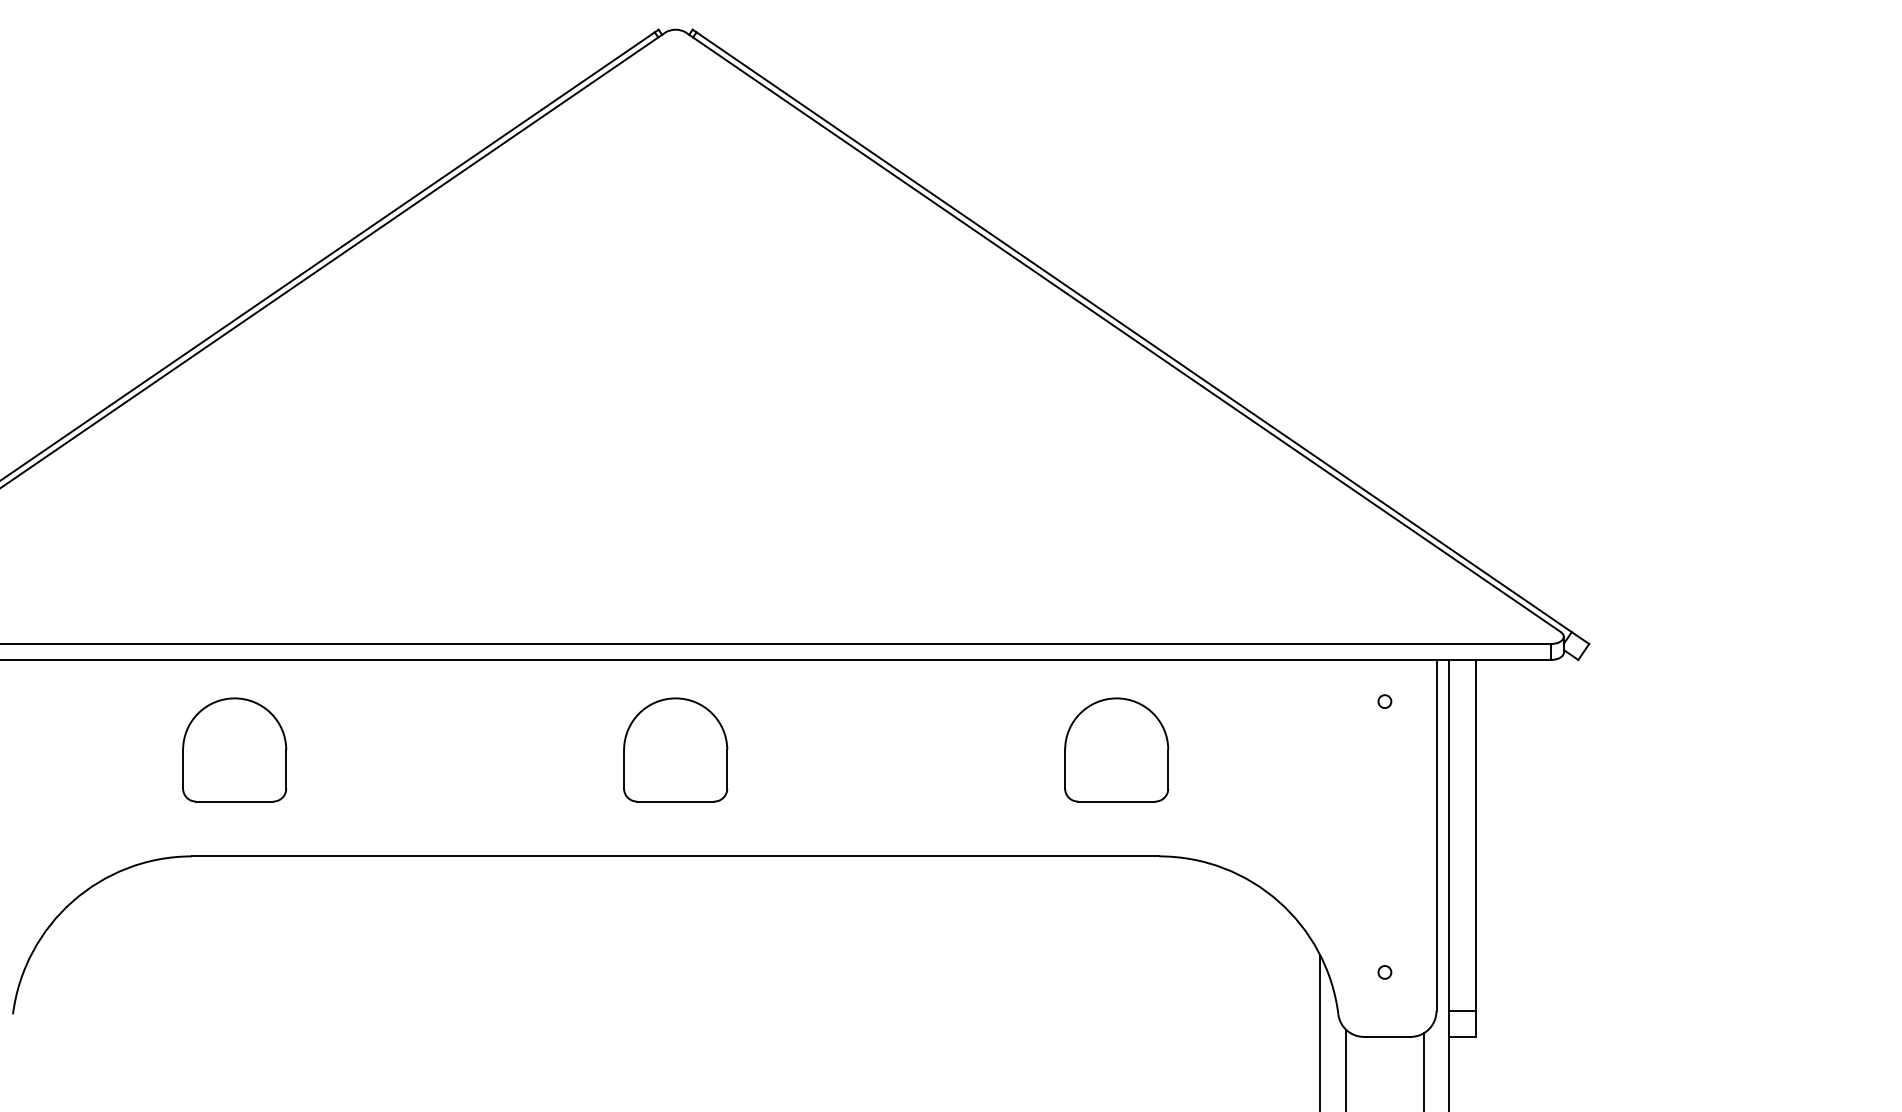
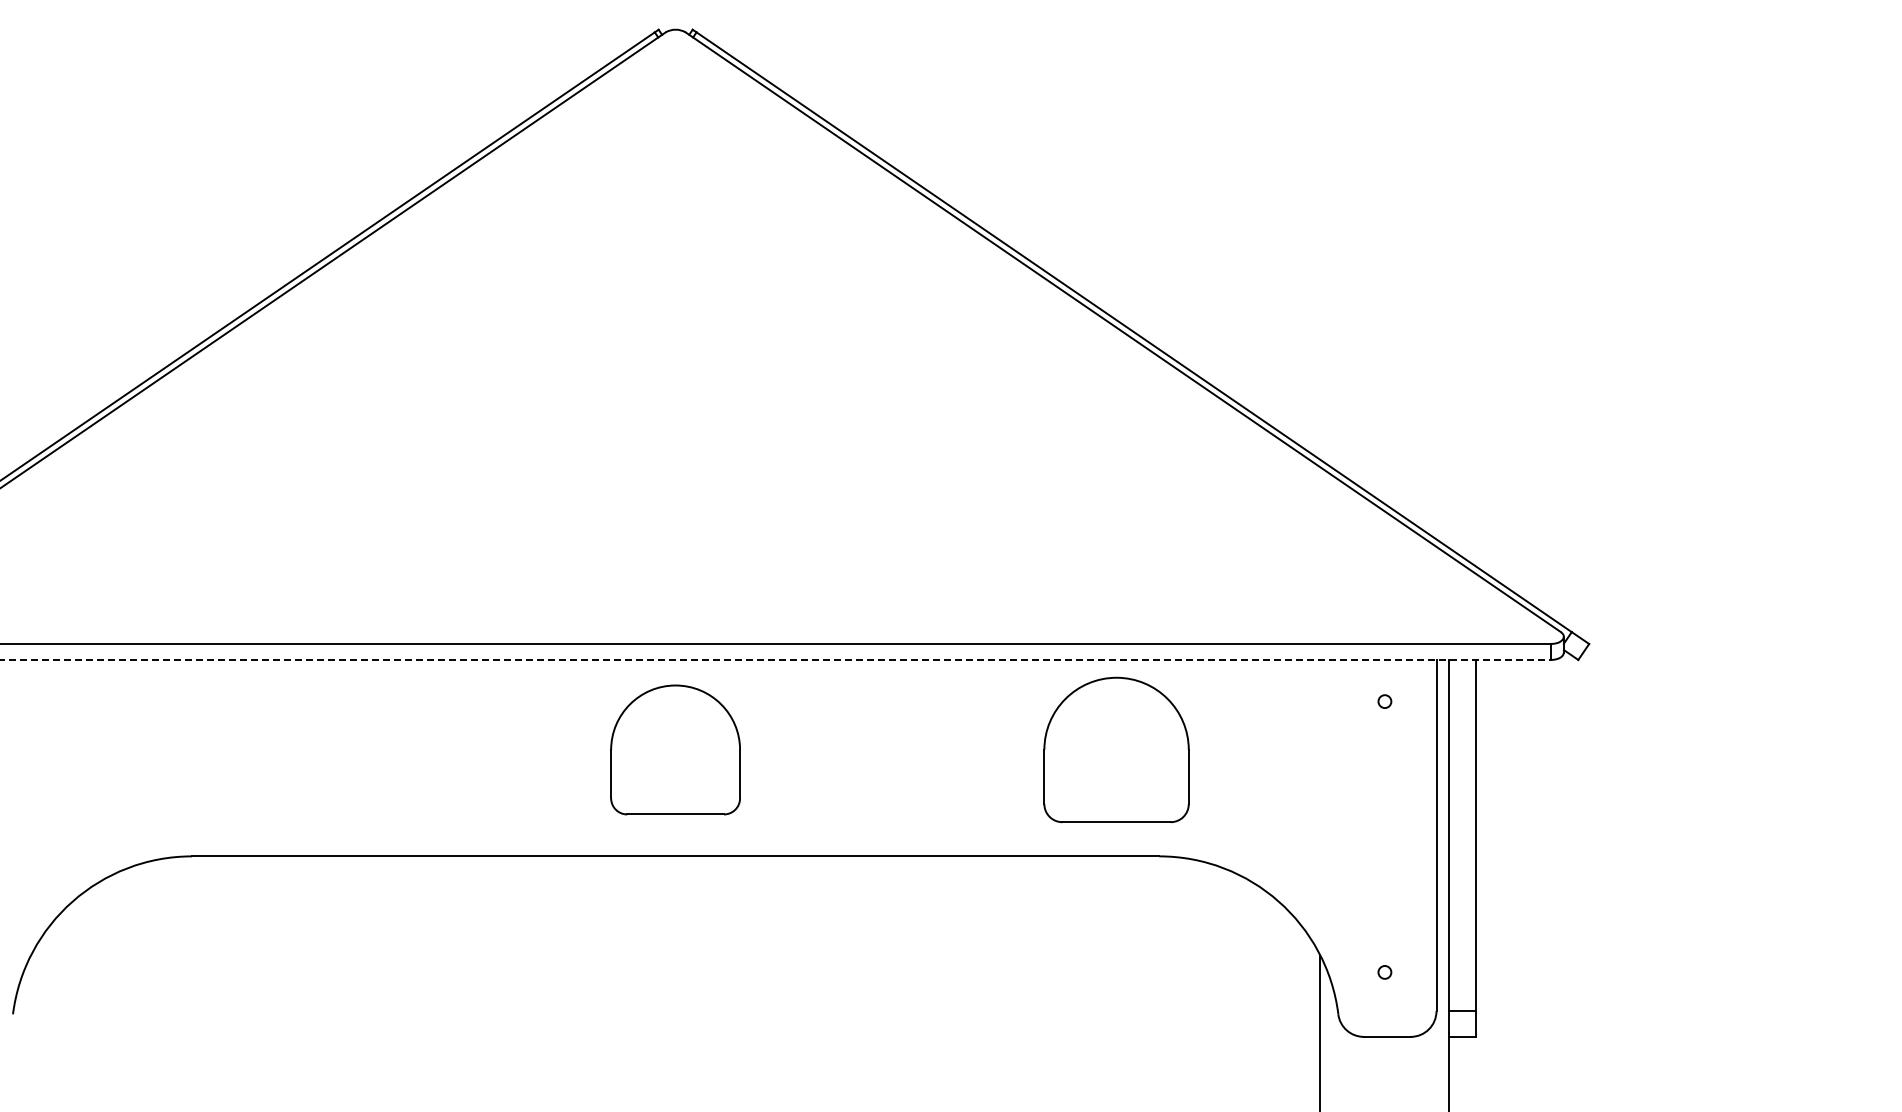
line at (776, 659): solid -> dashed
part at (234, 749): present -> none
part at (675, 749) size: 106x106 px -> 131x132 px
part at (1116, 749) size: 106x106 px -> 147x148 px
line at (1346, 1068): present -> none
line at (1423, 1070): present -> none
